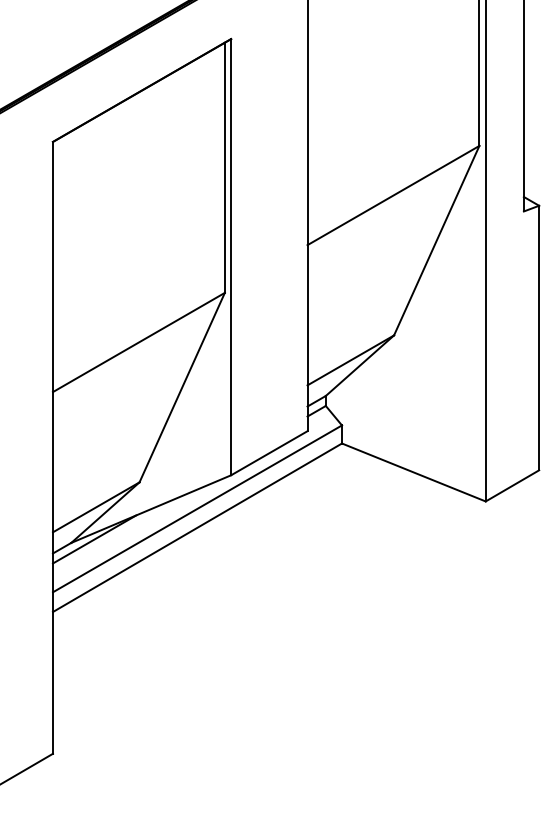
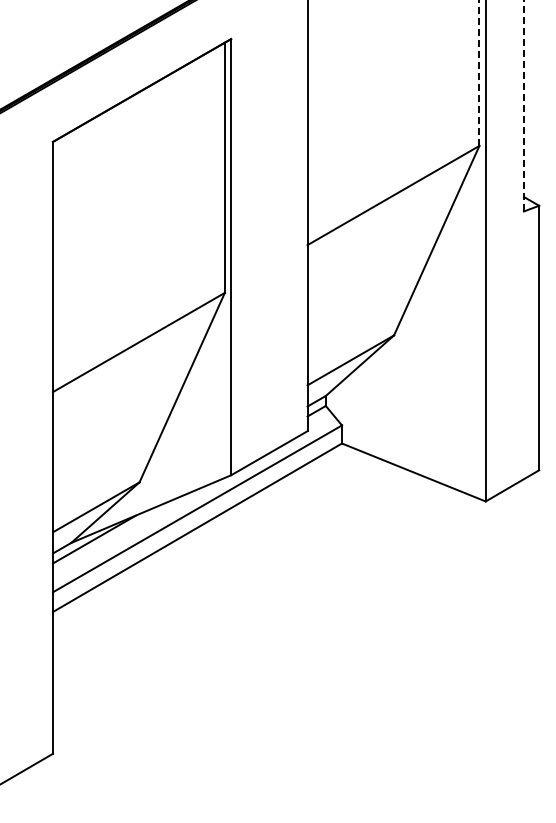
line at (479, 73): solid -> dashed
line at (523, 105): solid -> dashed
